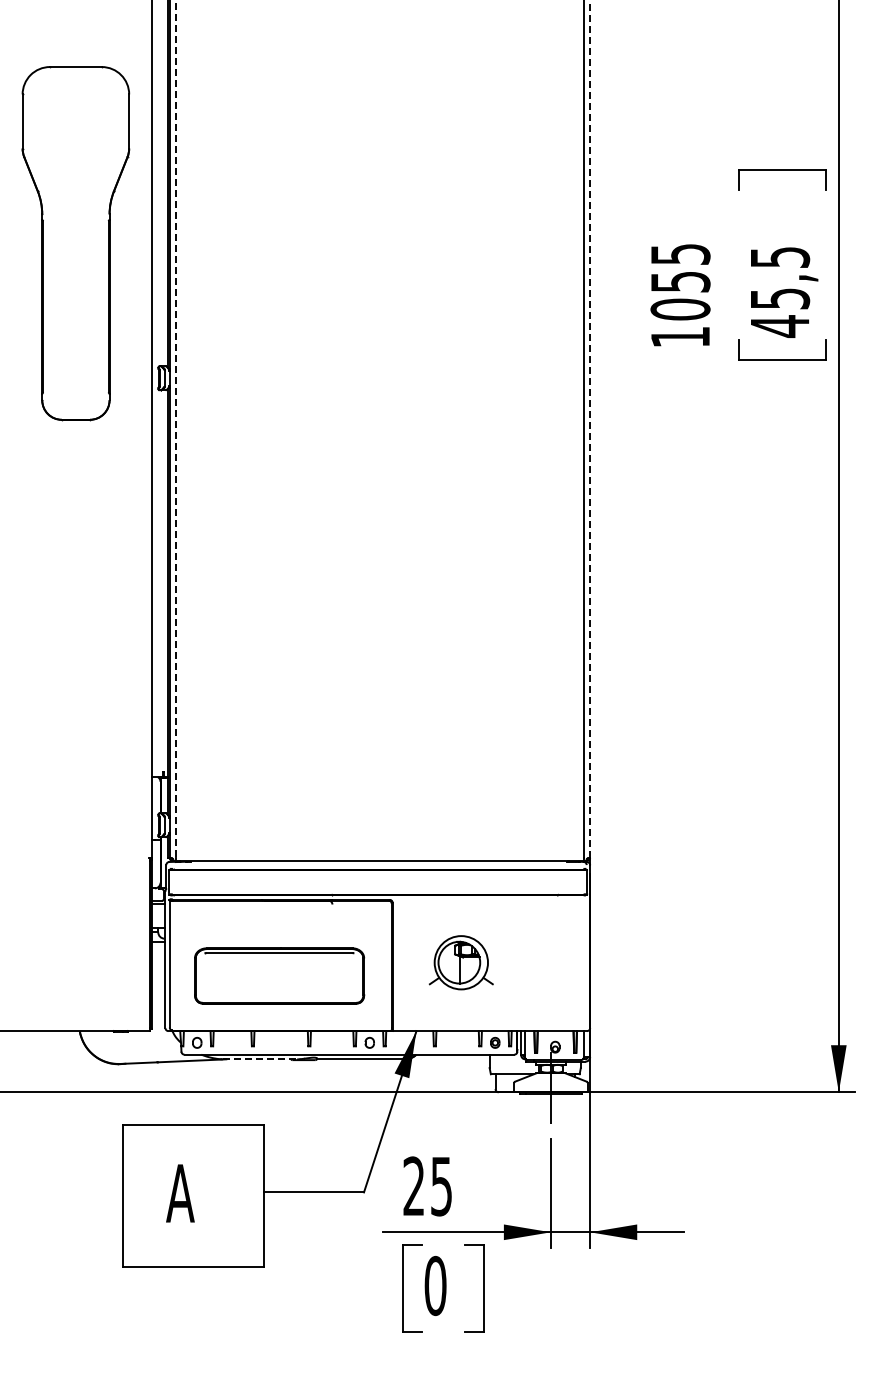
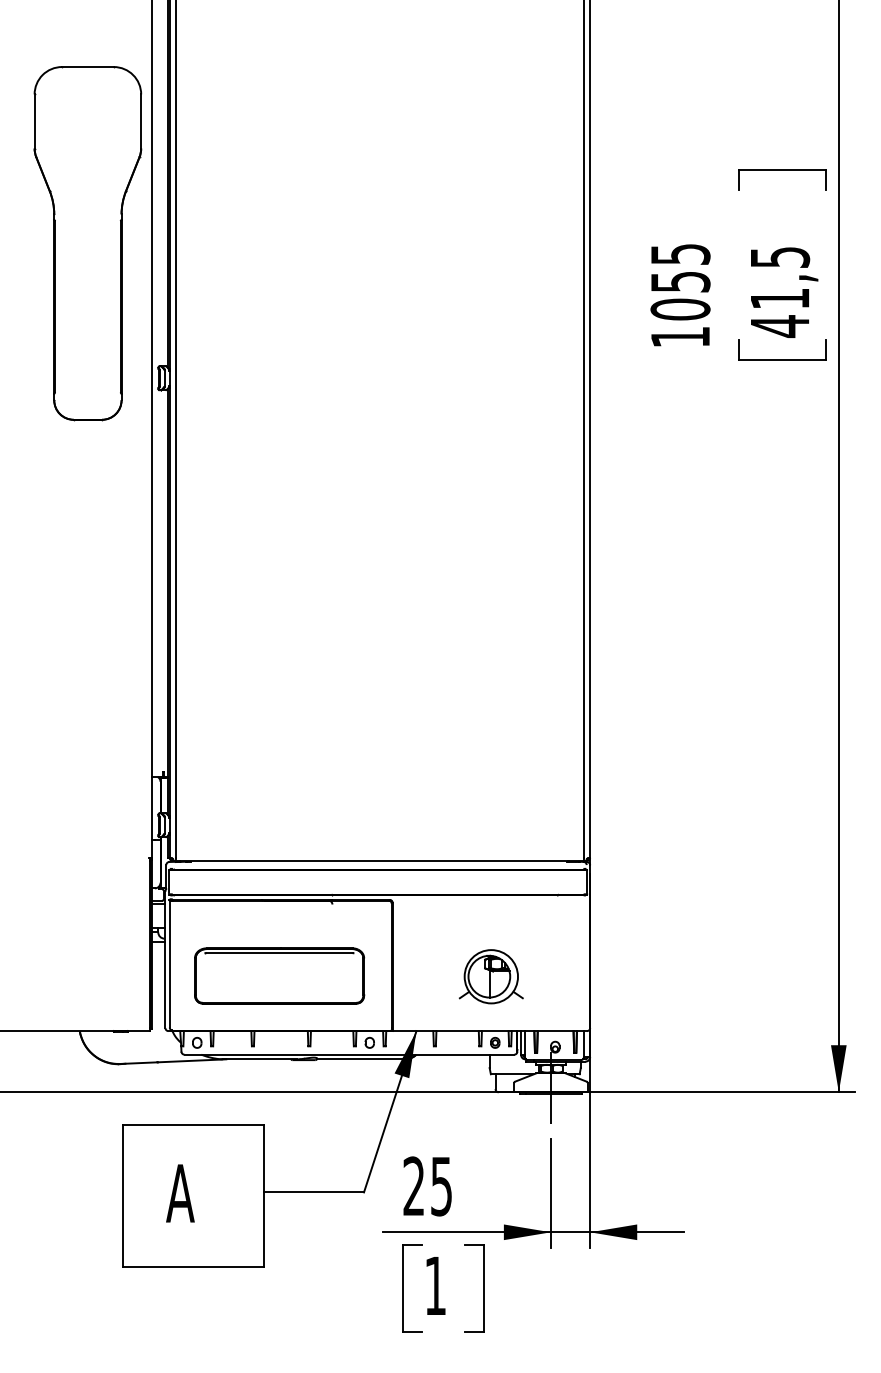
part at (75, 243) position: (75, 243) -> (87, 243)
text at (780, 298): 45,5 -> 41,5
line at (176, 429): dashed -> solid
line at (590, 429): dashed -> solid
part at (460, 962) position: (460, 962) -> (490, 976)
line at (260, 1059): dashed -> solid
text at (435, 1285): 0 -> 1
